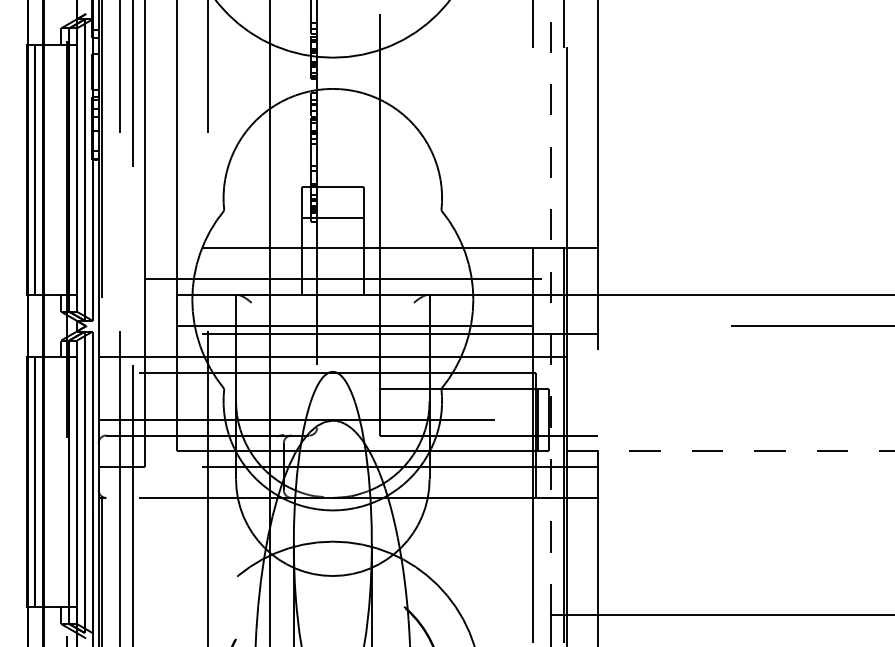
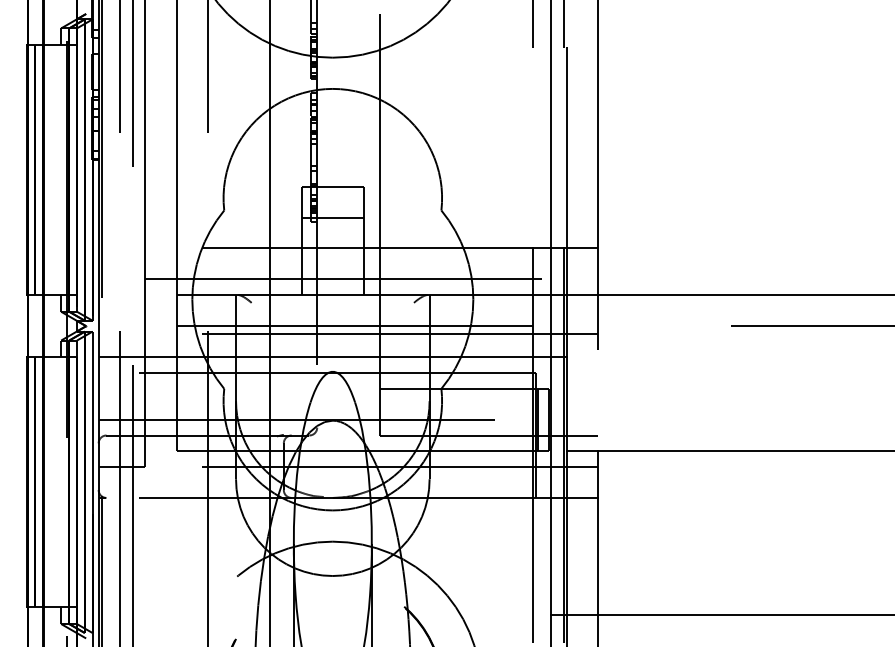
line at (551, 307): dashed -> solid
line at (730, 451): dashed -> solid
